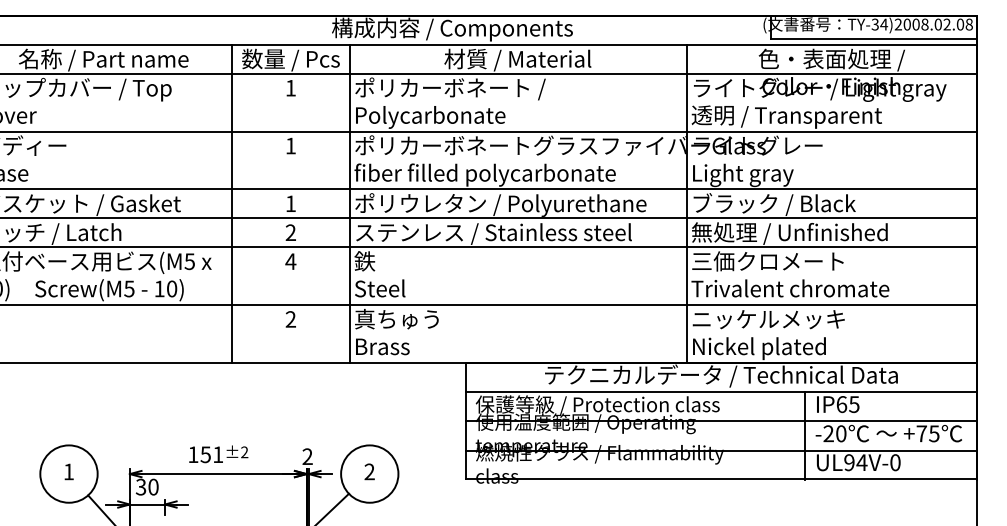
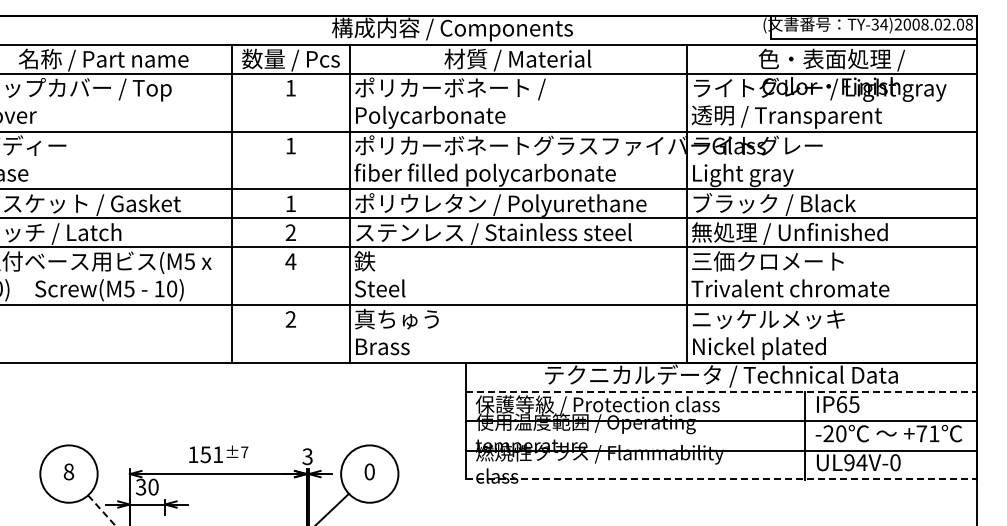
line at (721, 392): solid -> dashed
text at (934, 433): +75 -> +71
text at (244, 452): ±2 -> ±7
text at (307, 456): 2 -> 3
text at (68, 471): 1 -> 8
text at (369, 471): 2 -> 0
line at (721, 479): solid -> dashed
line at (102, 510): solid -> dashed
